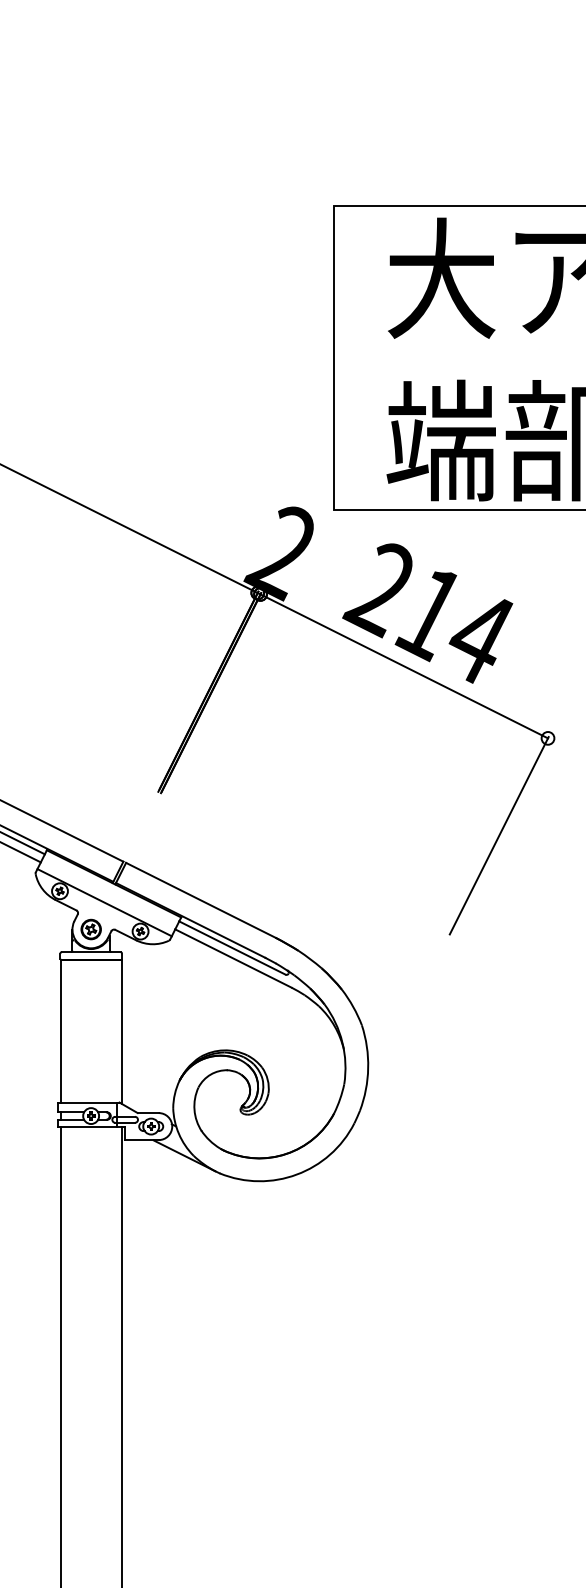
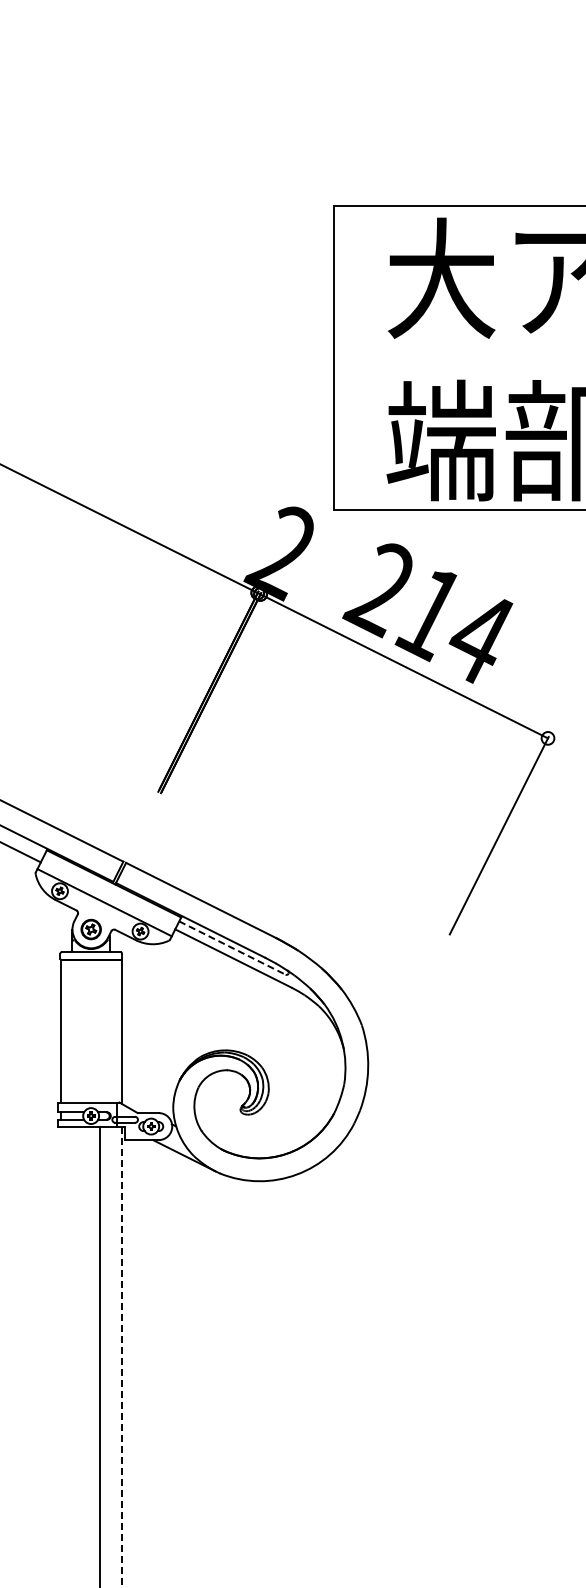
line at (23, 843): present -> none
line at (232, 948): solid -> dashed
line at (60, 1355) position: (60, 1355) -> (99, 1355)
line at (121, 1357): solid -> dashed
